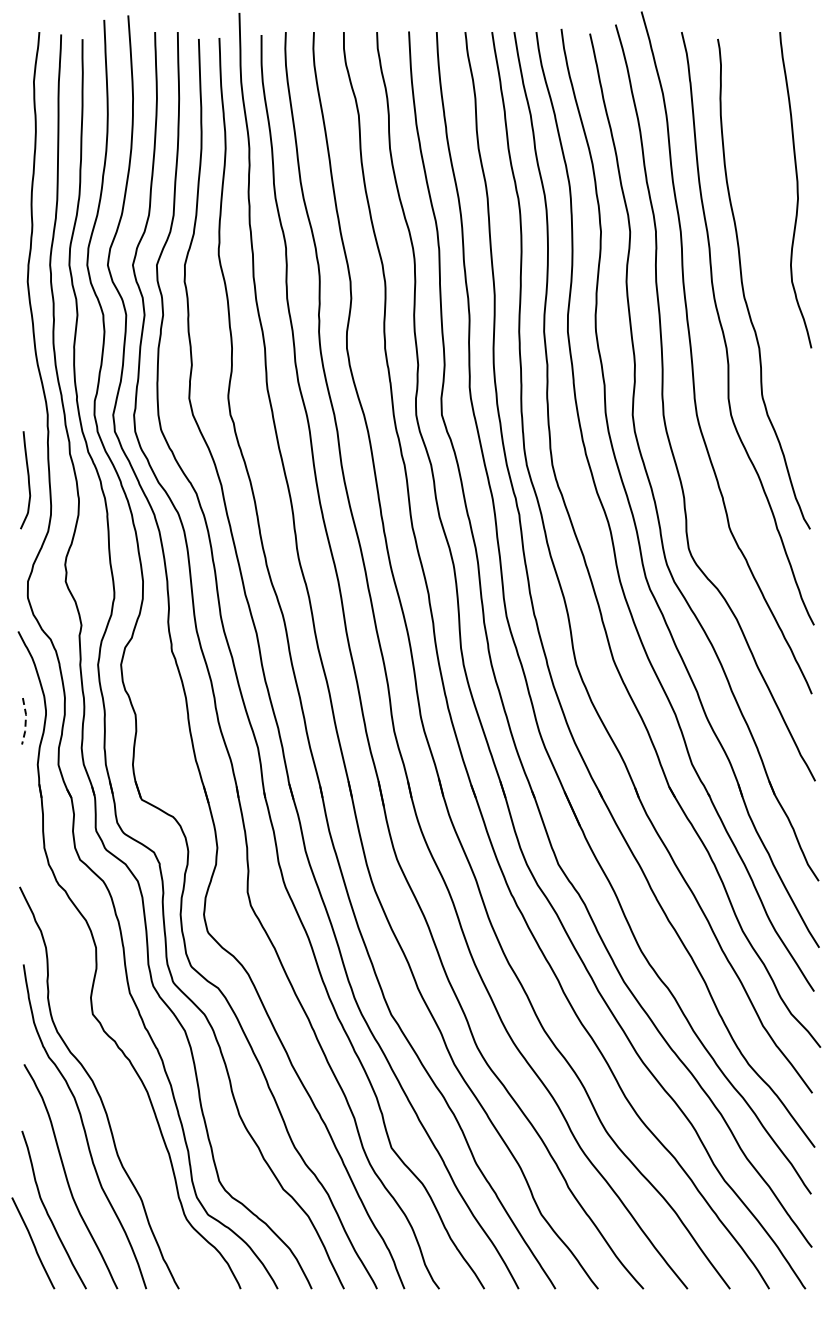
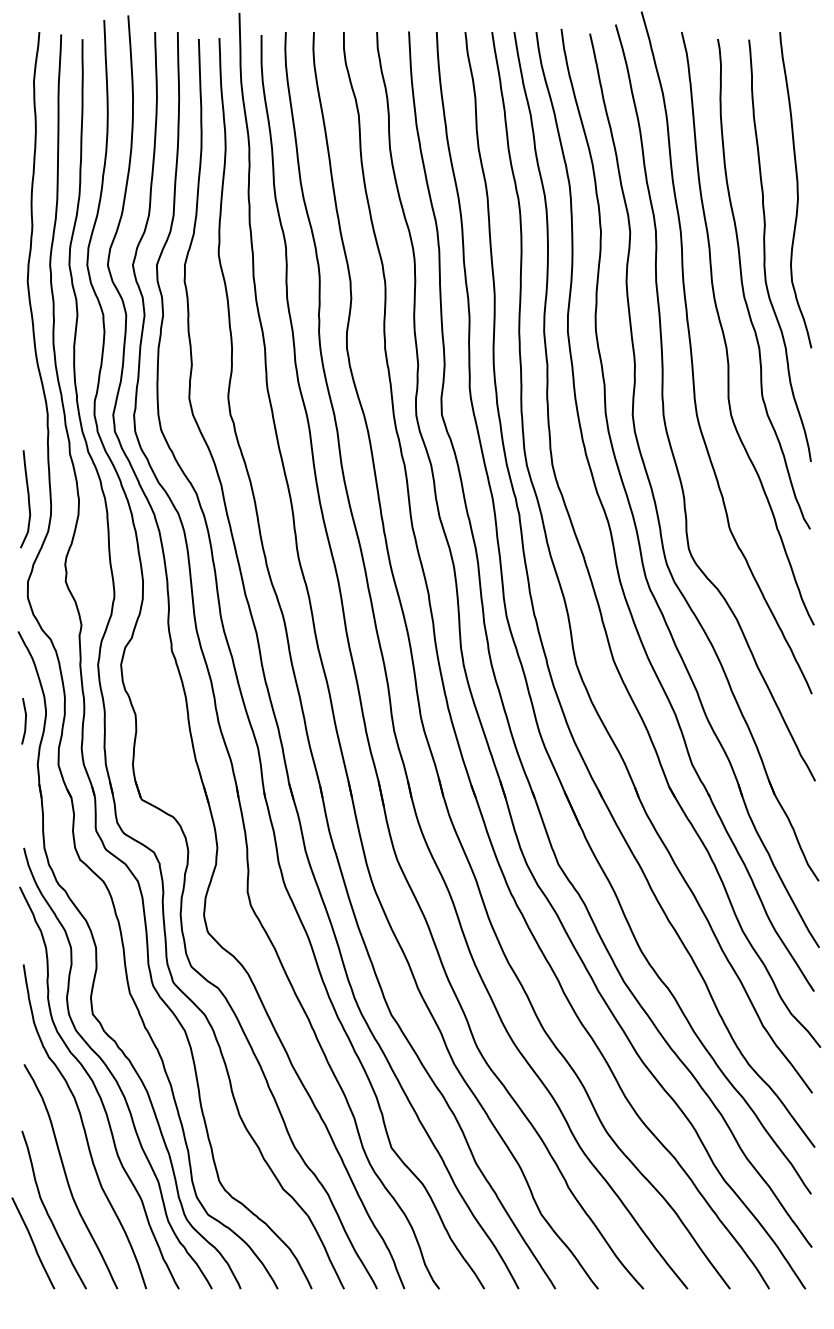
curve at (765, 250): none -> present
curve at (27, 478) position: (27, 478) -> (27, 497)
line at (25, 721): dashed -> solid
curve at (111, 1071): none -> present
